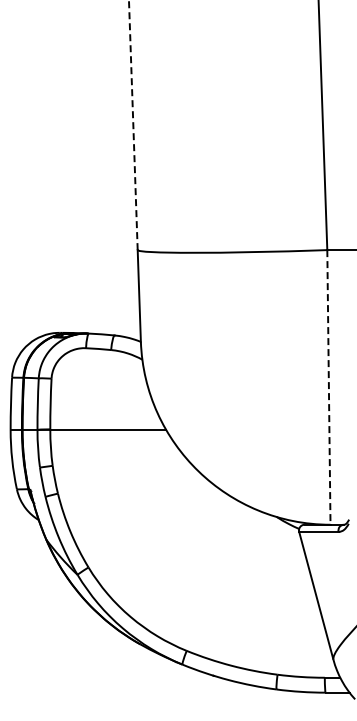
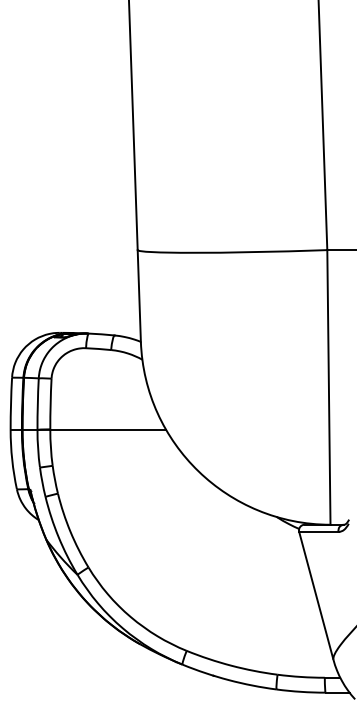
line at (133, 125): dashed -> solid
line at (328, 387): dashed -> solid
